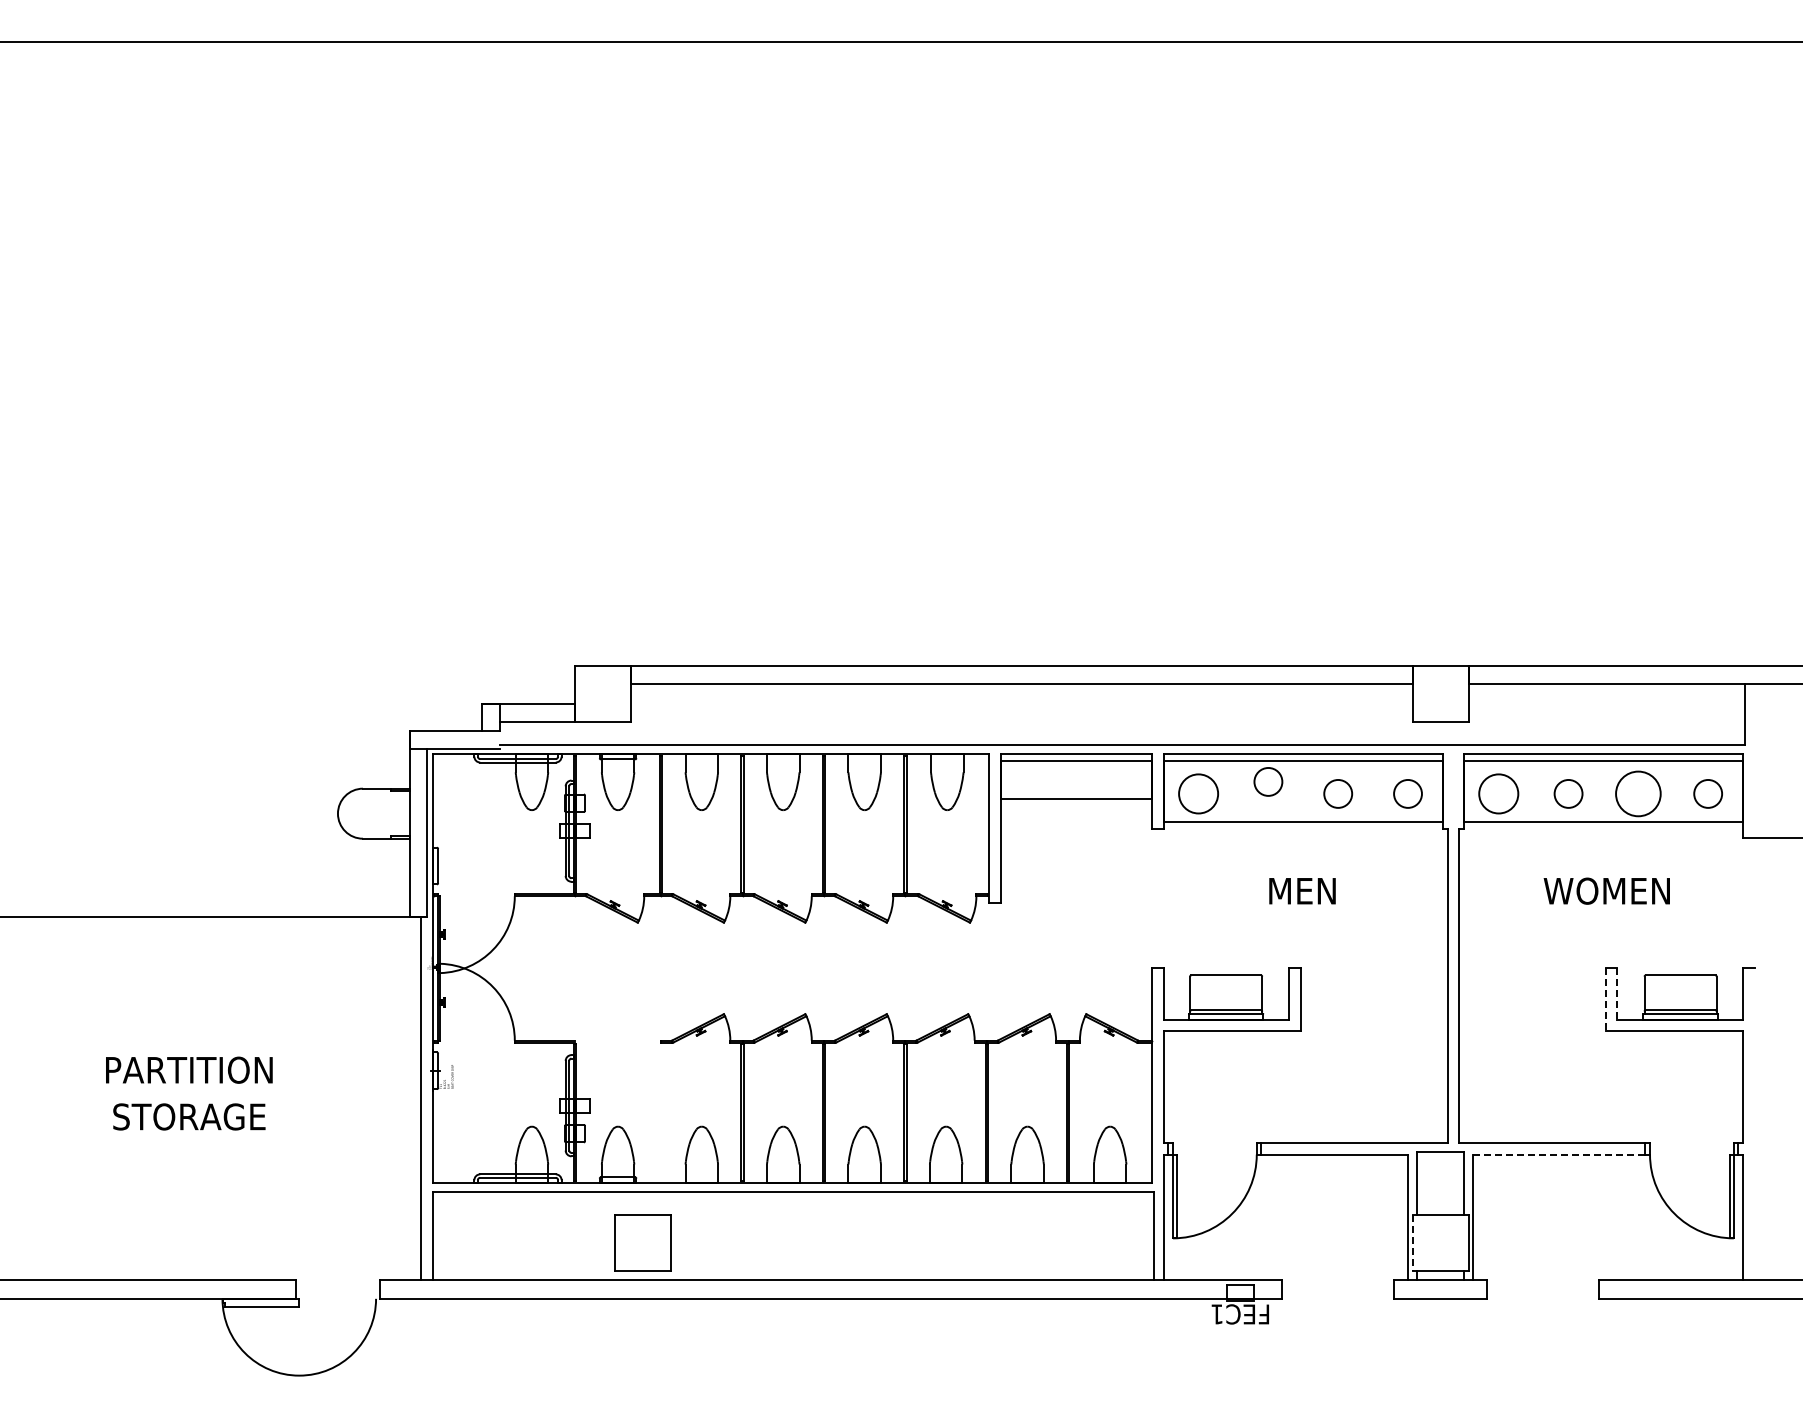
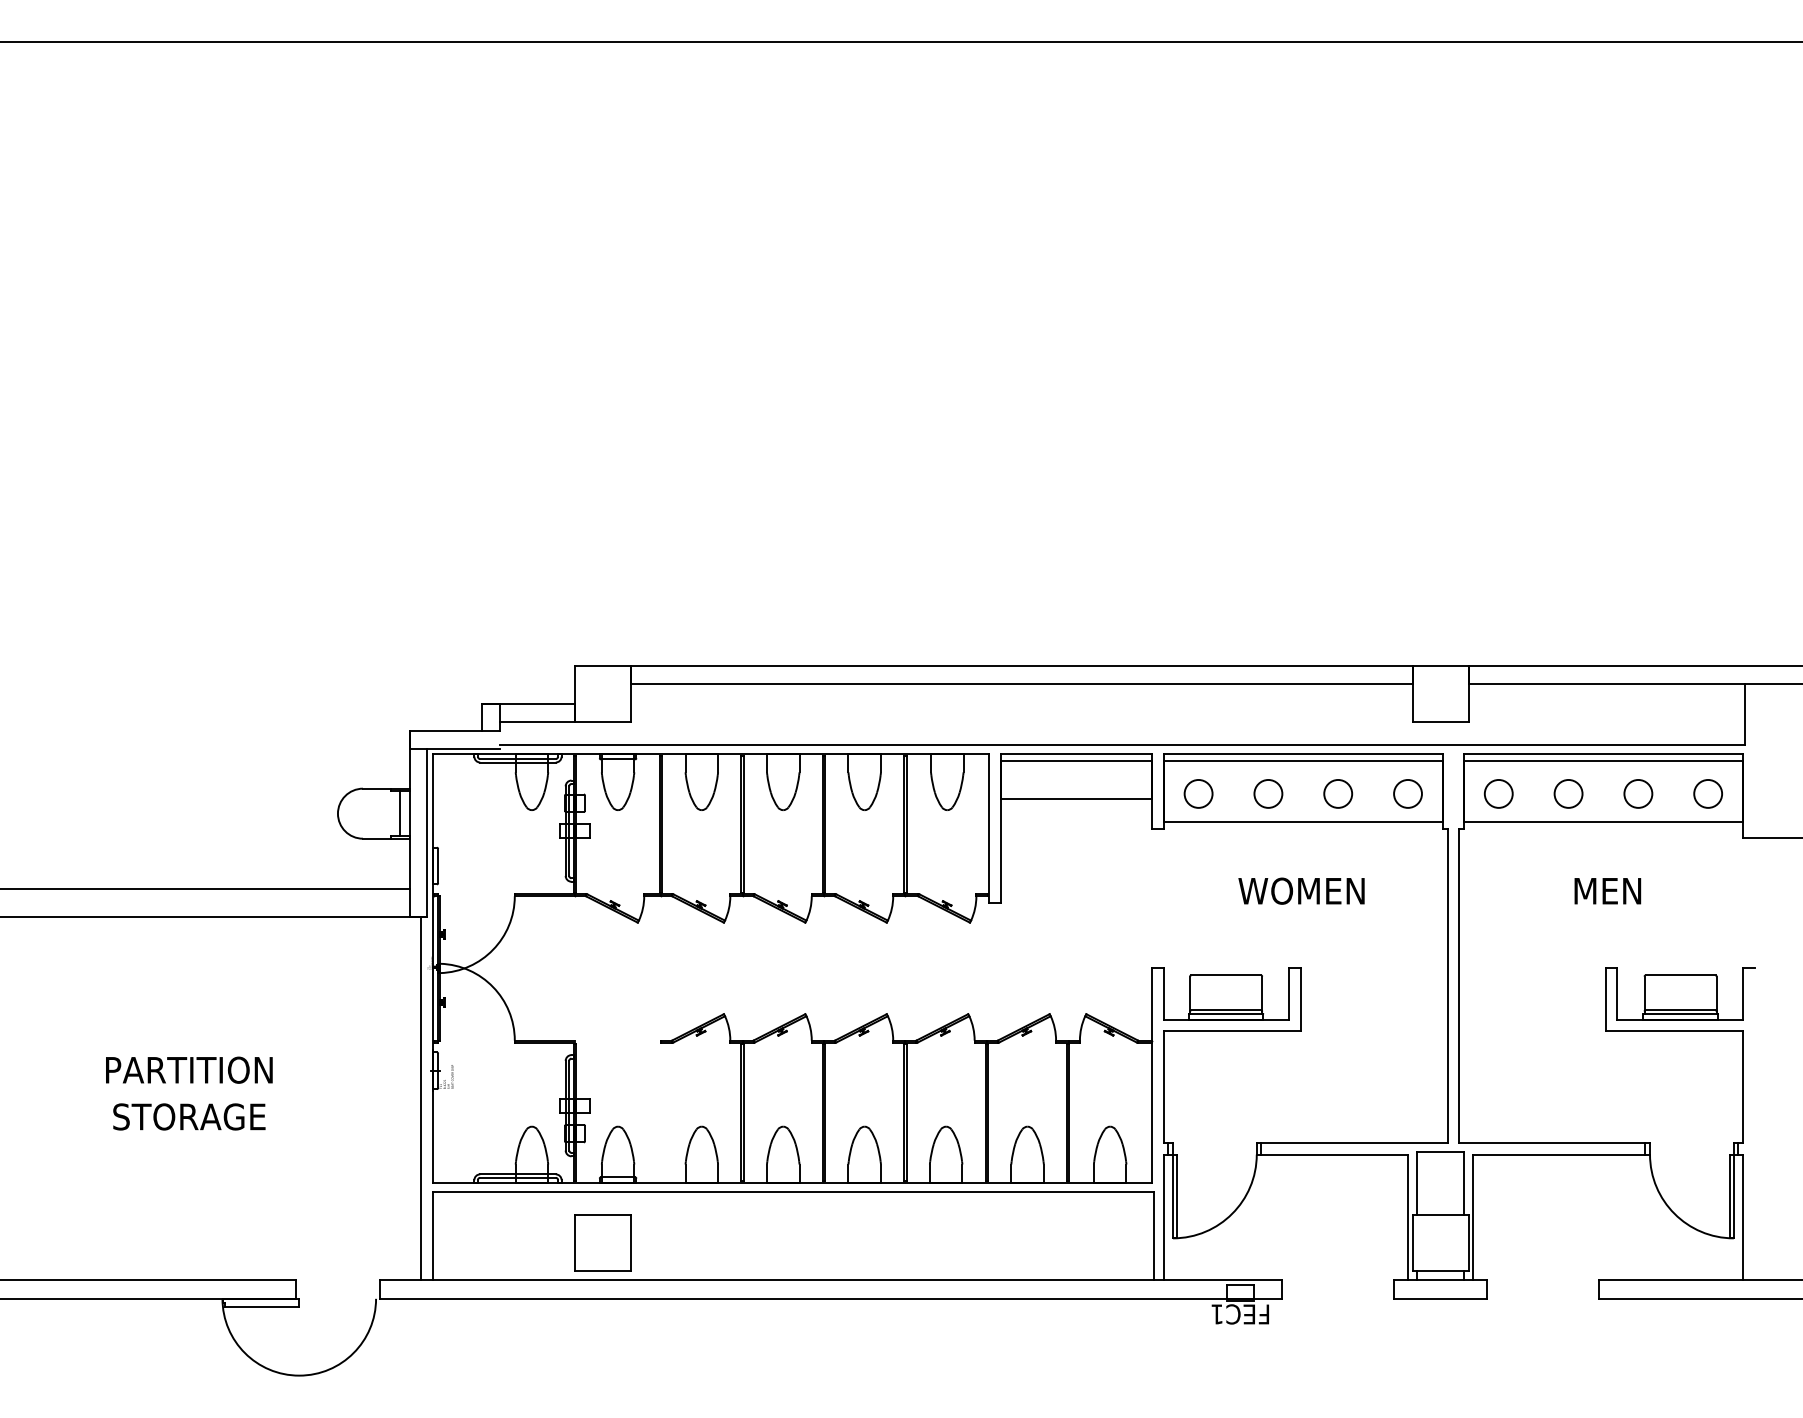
circle at (1268, 781) position: (1268, 781) -> (1268, 793)
circle at (1198, 793) diameter: 39 px -> 28 px
circle at (1498, 793) diameter: 39 px -> 28 px
circle at (1638, 793) diameter: 45 px -> 28 px
line at (400, 813): none -> present
line at (205, 889): none -> present
text at (1301, 890): MEN -> WOMEN
text at (1606, 890): WOMEN -> MEN
line at (1617, 994): dashed -> solid
line at (1605, 1000): dashed -> solid
line at (1559, 1154): dashed -> solid
part at (642, 1242) position: (642, 1242) -> (602, 1242)
line at (1412, 1243): dashed -> solid
